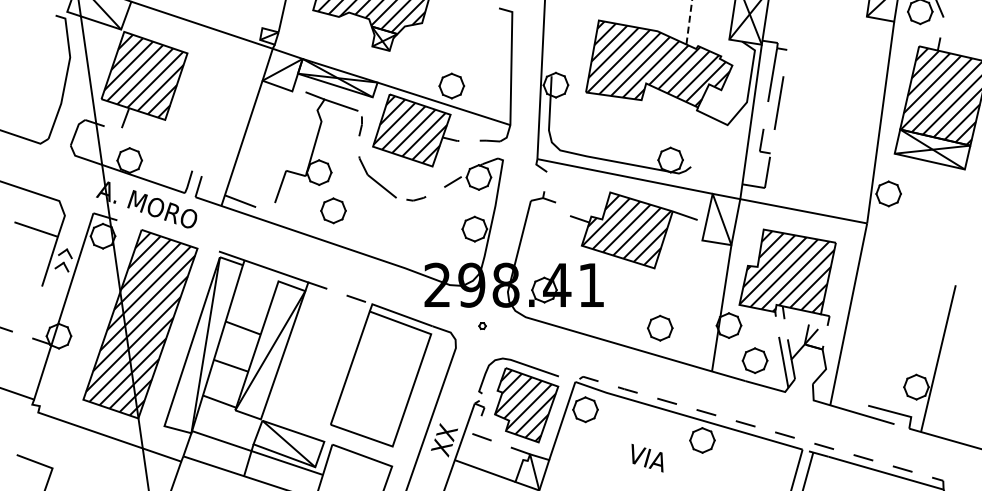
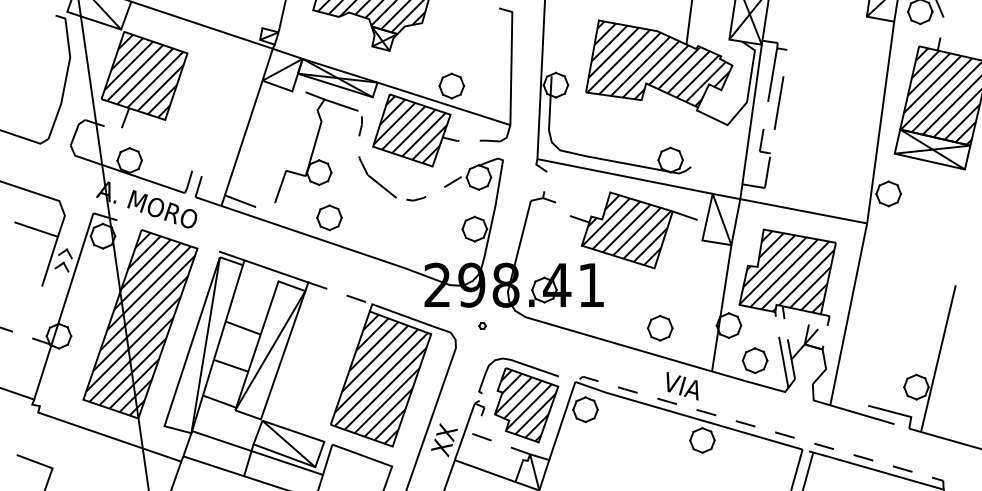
line at (689, 22): dashed -> solid
part at (333, 210) position: (333, 210) -> (329, 217)
hatch at (380, 378): none -> present
text at (647, 458) position: (647, 458) -> (682, 386)
